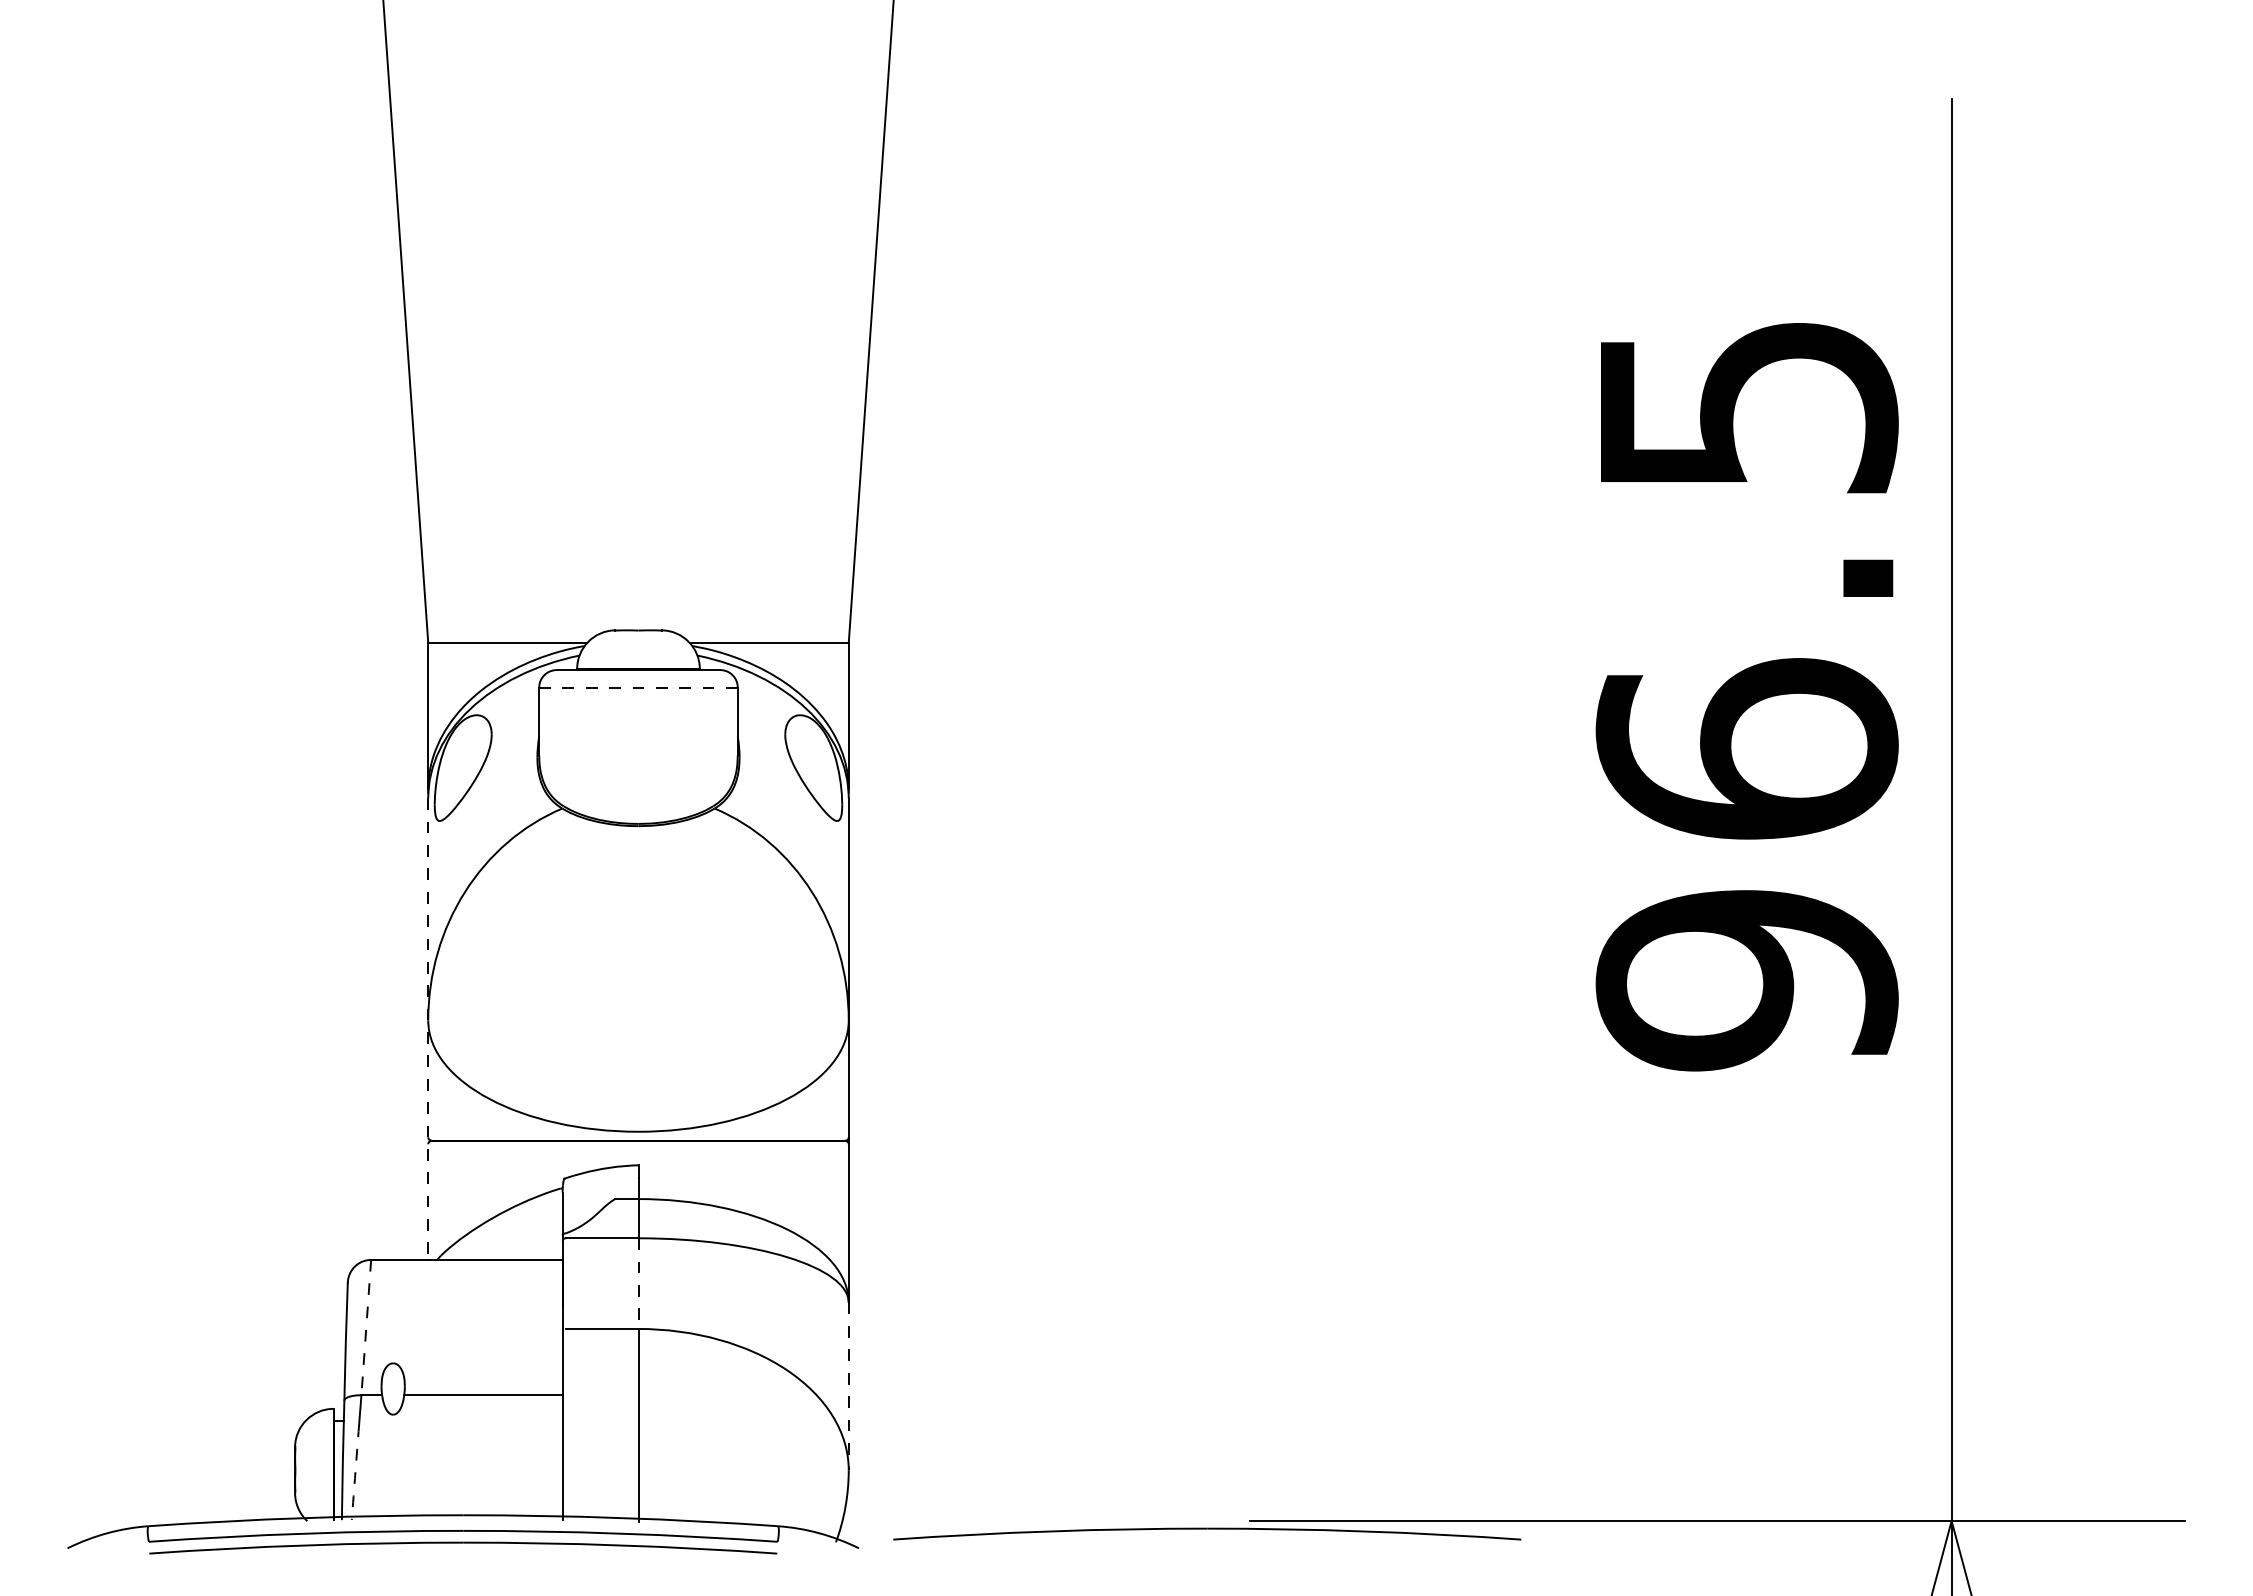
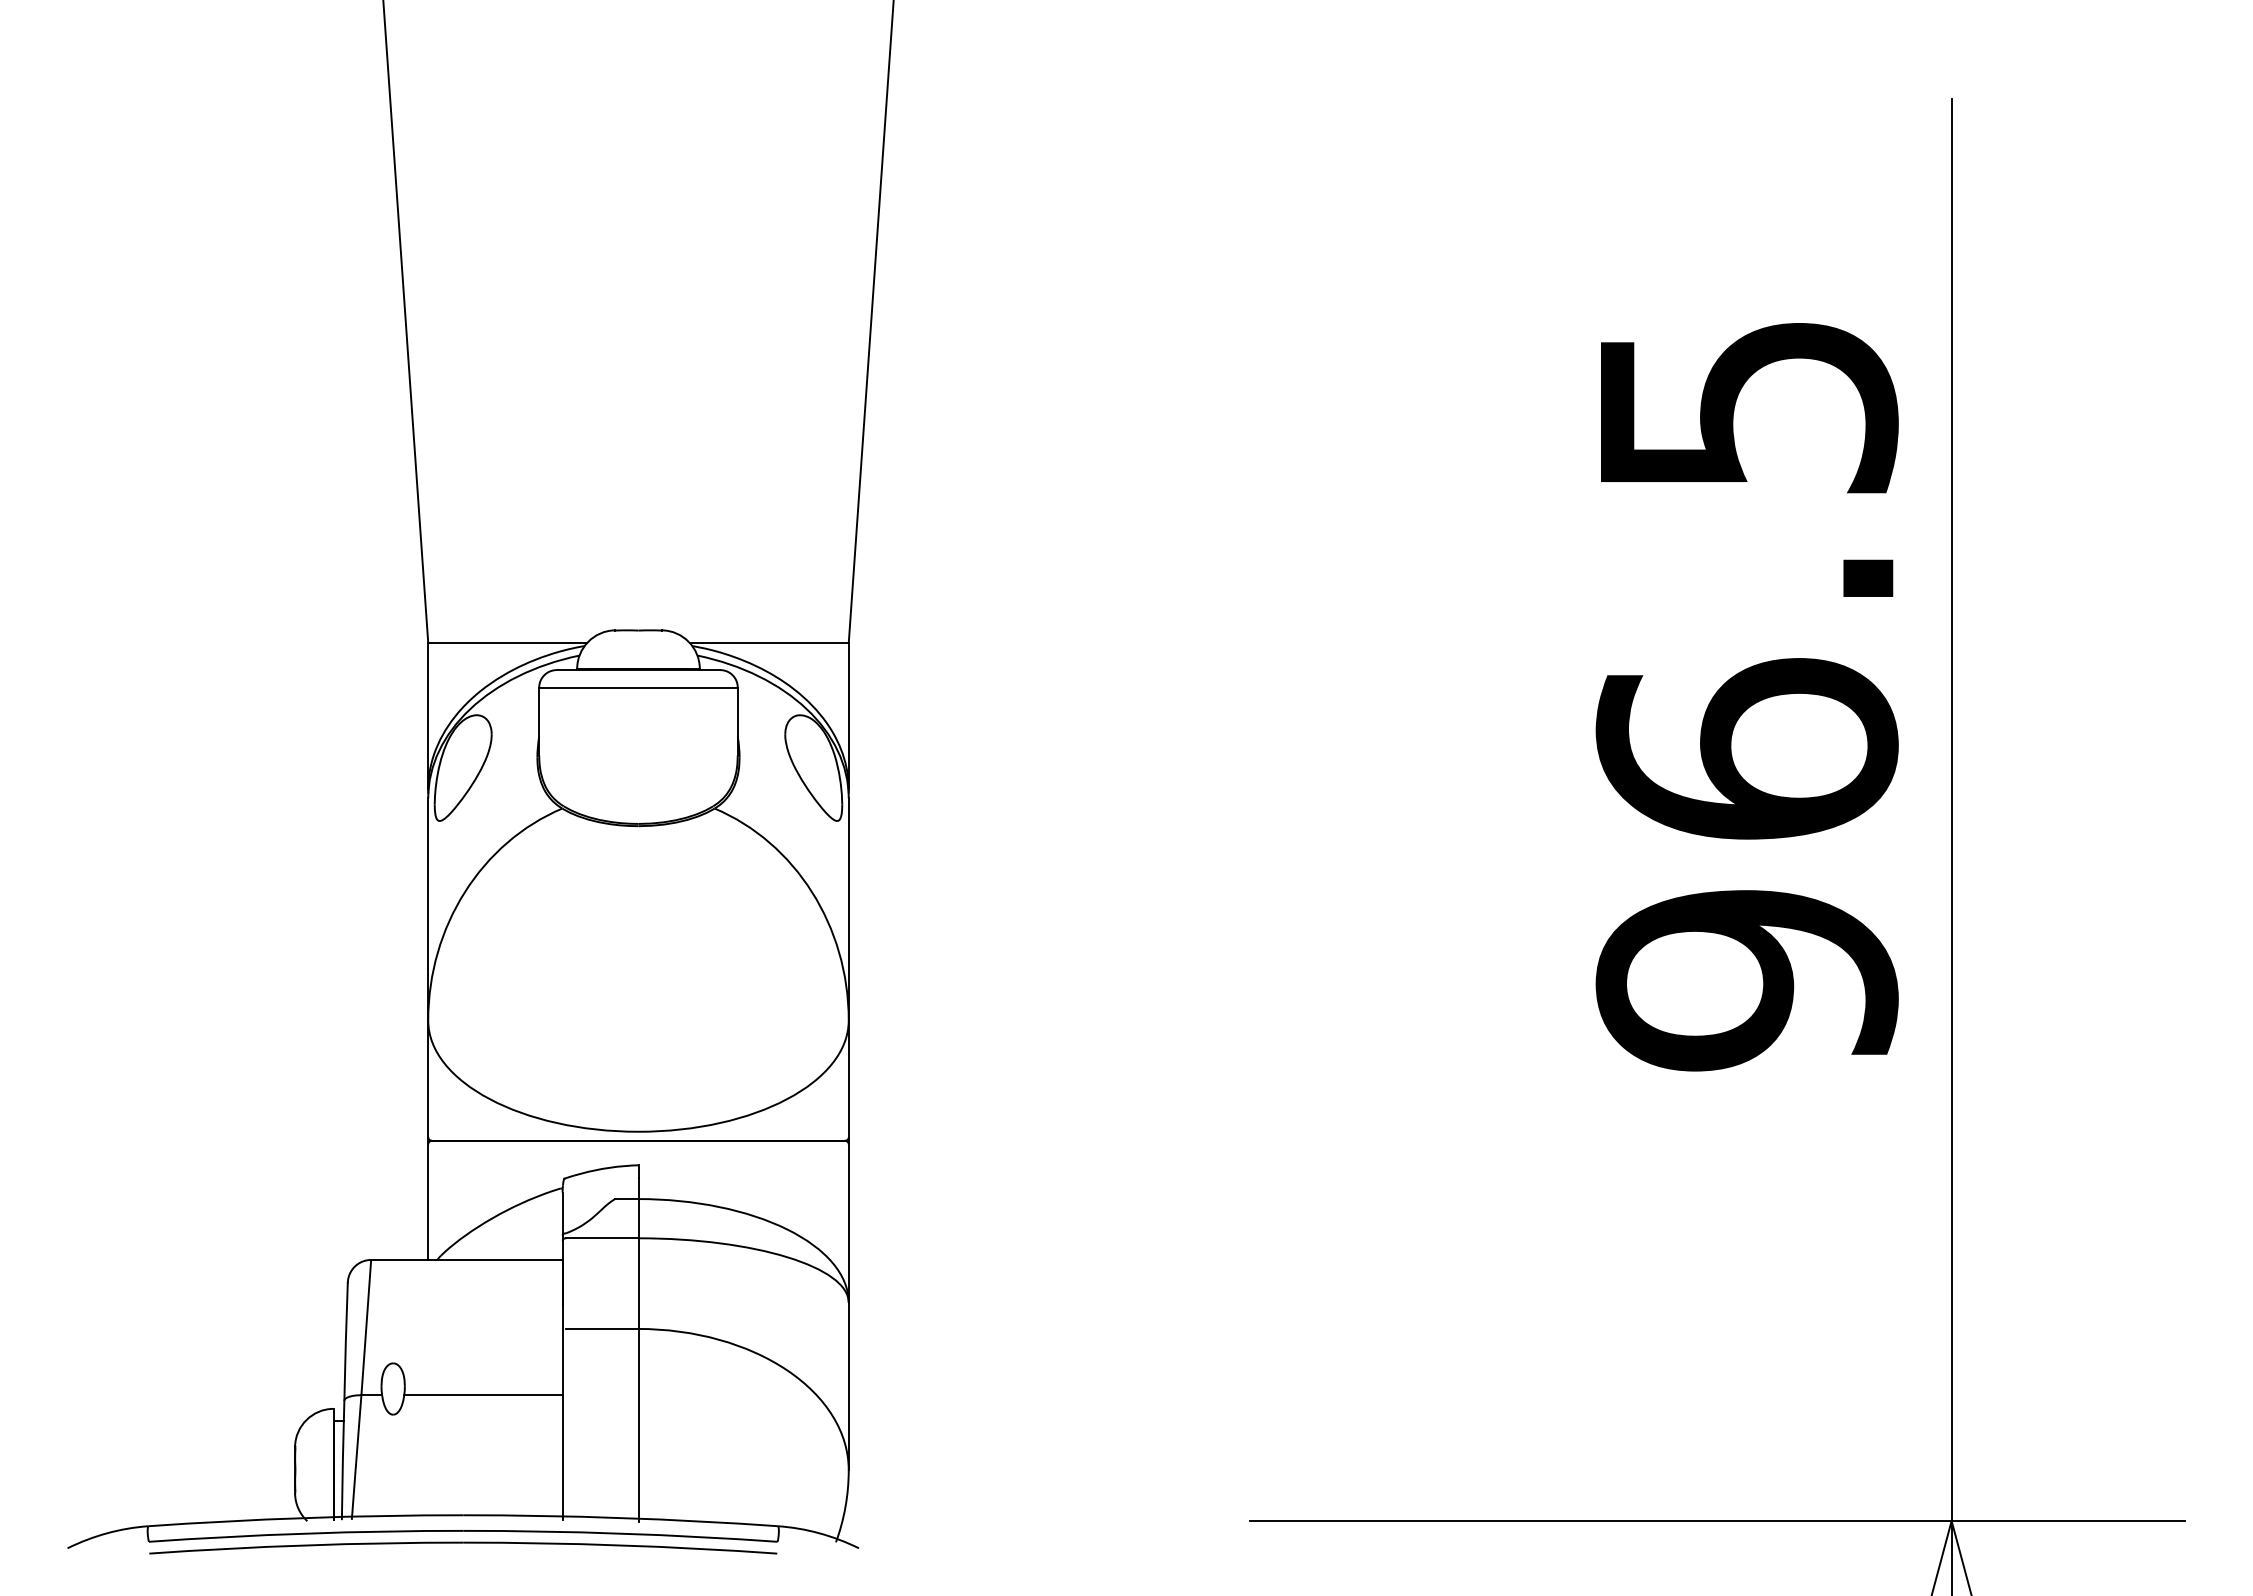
line at (638, 687): dashed -> solid
line at (428, 1029): dashed -> solid
line at (638, 1284): dashed -> solid
line at (366, 1328): dashed -> solid
line at (848, 1386): dashed -> solid
arc at (355, 1472): dashed -> solid
part at (1207, 1533): present -> none
